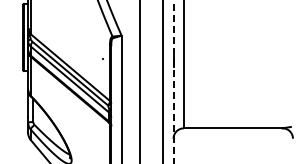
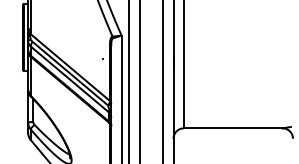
line at (129, 81): none -> present
line at (173, 82): dashed -> solid
